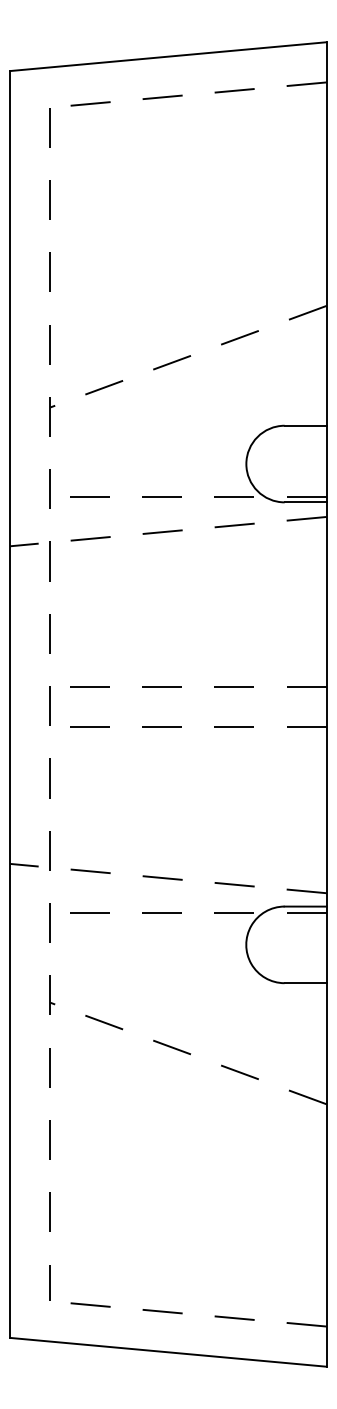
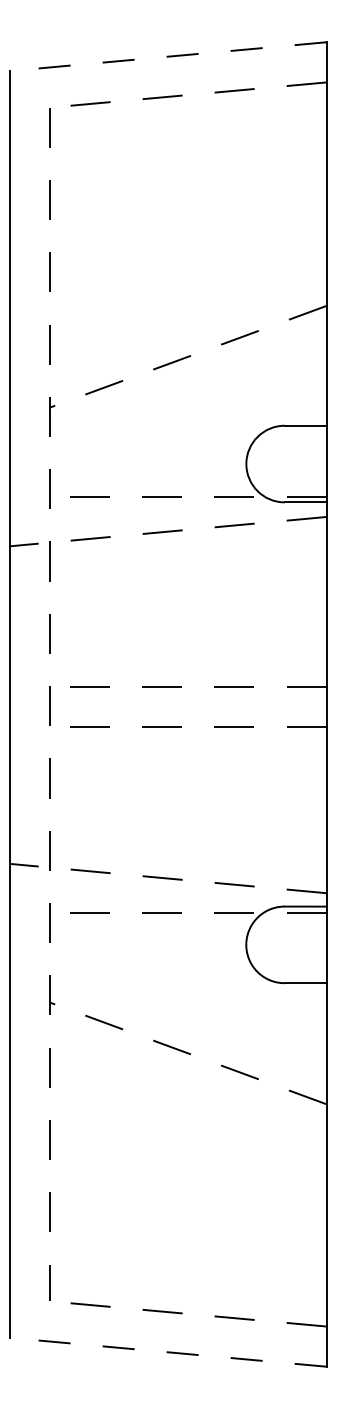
line at (168, 56): solid -> dashed
line at (168, 1352): solid -> dashed
